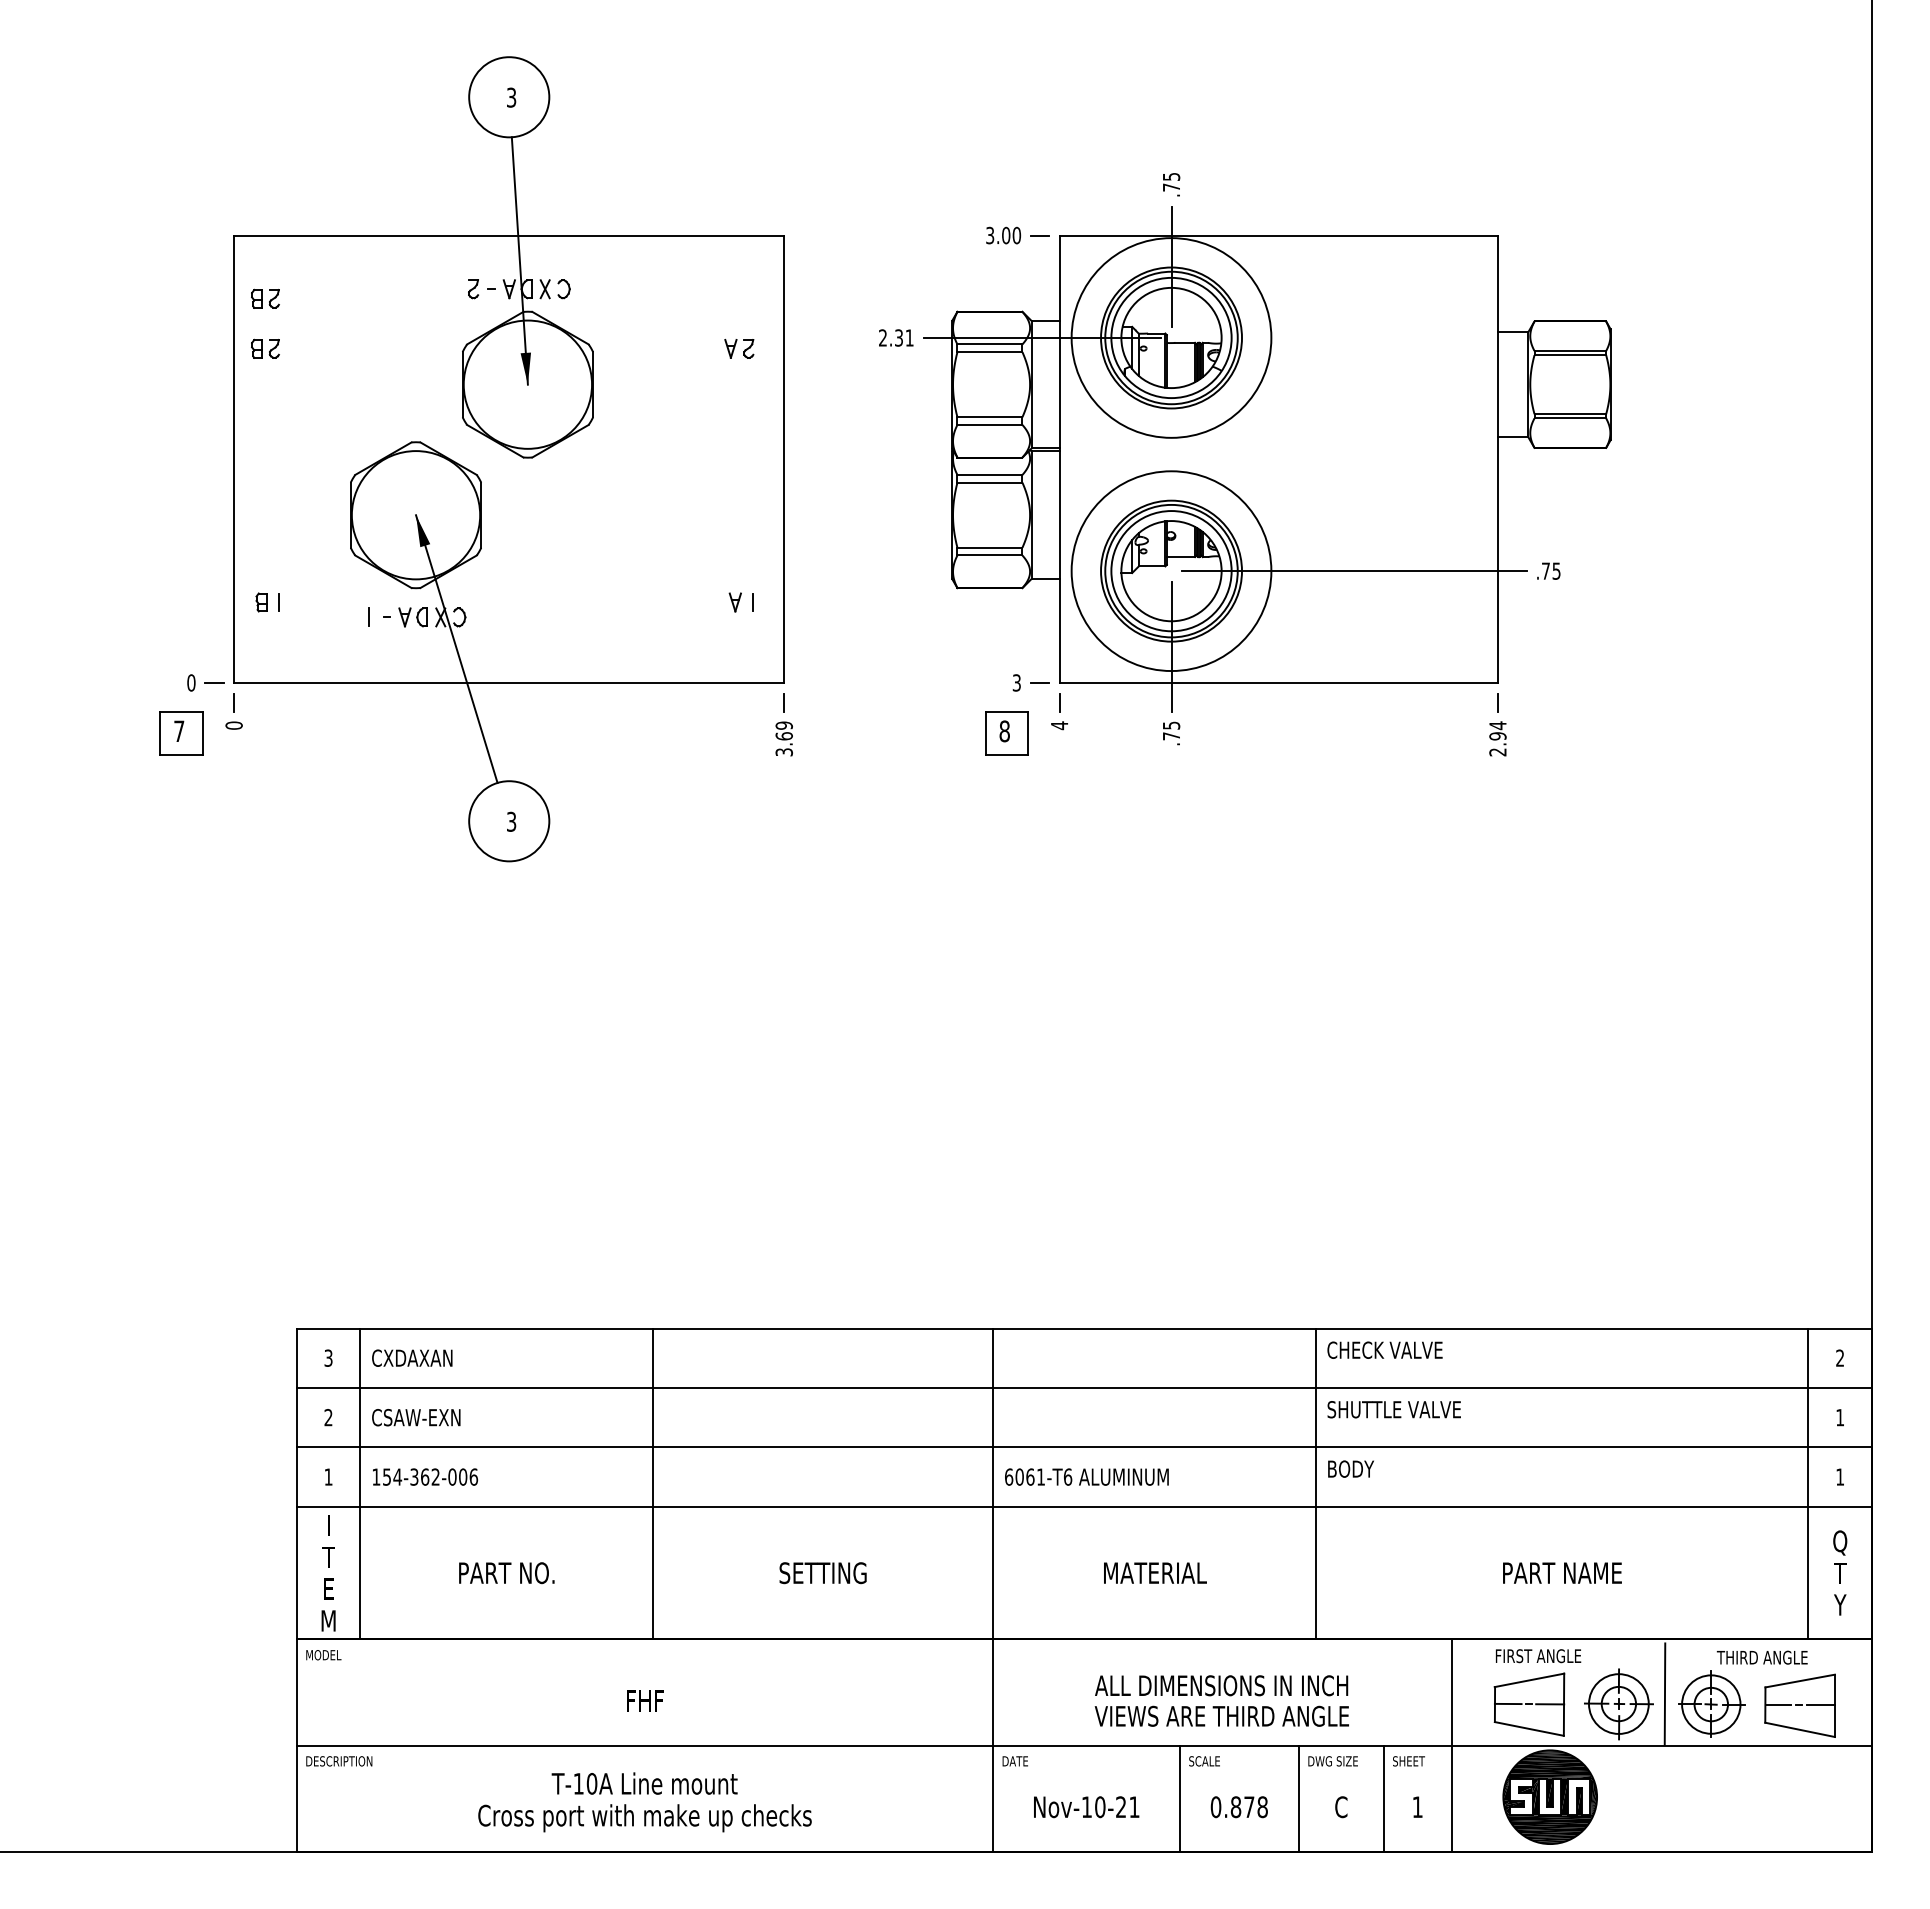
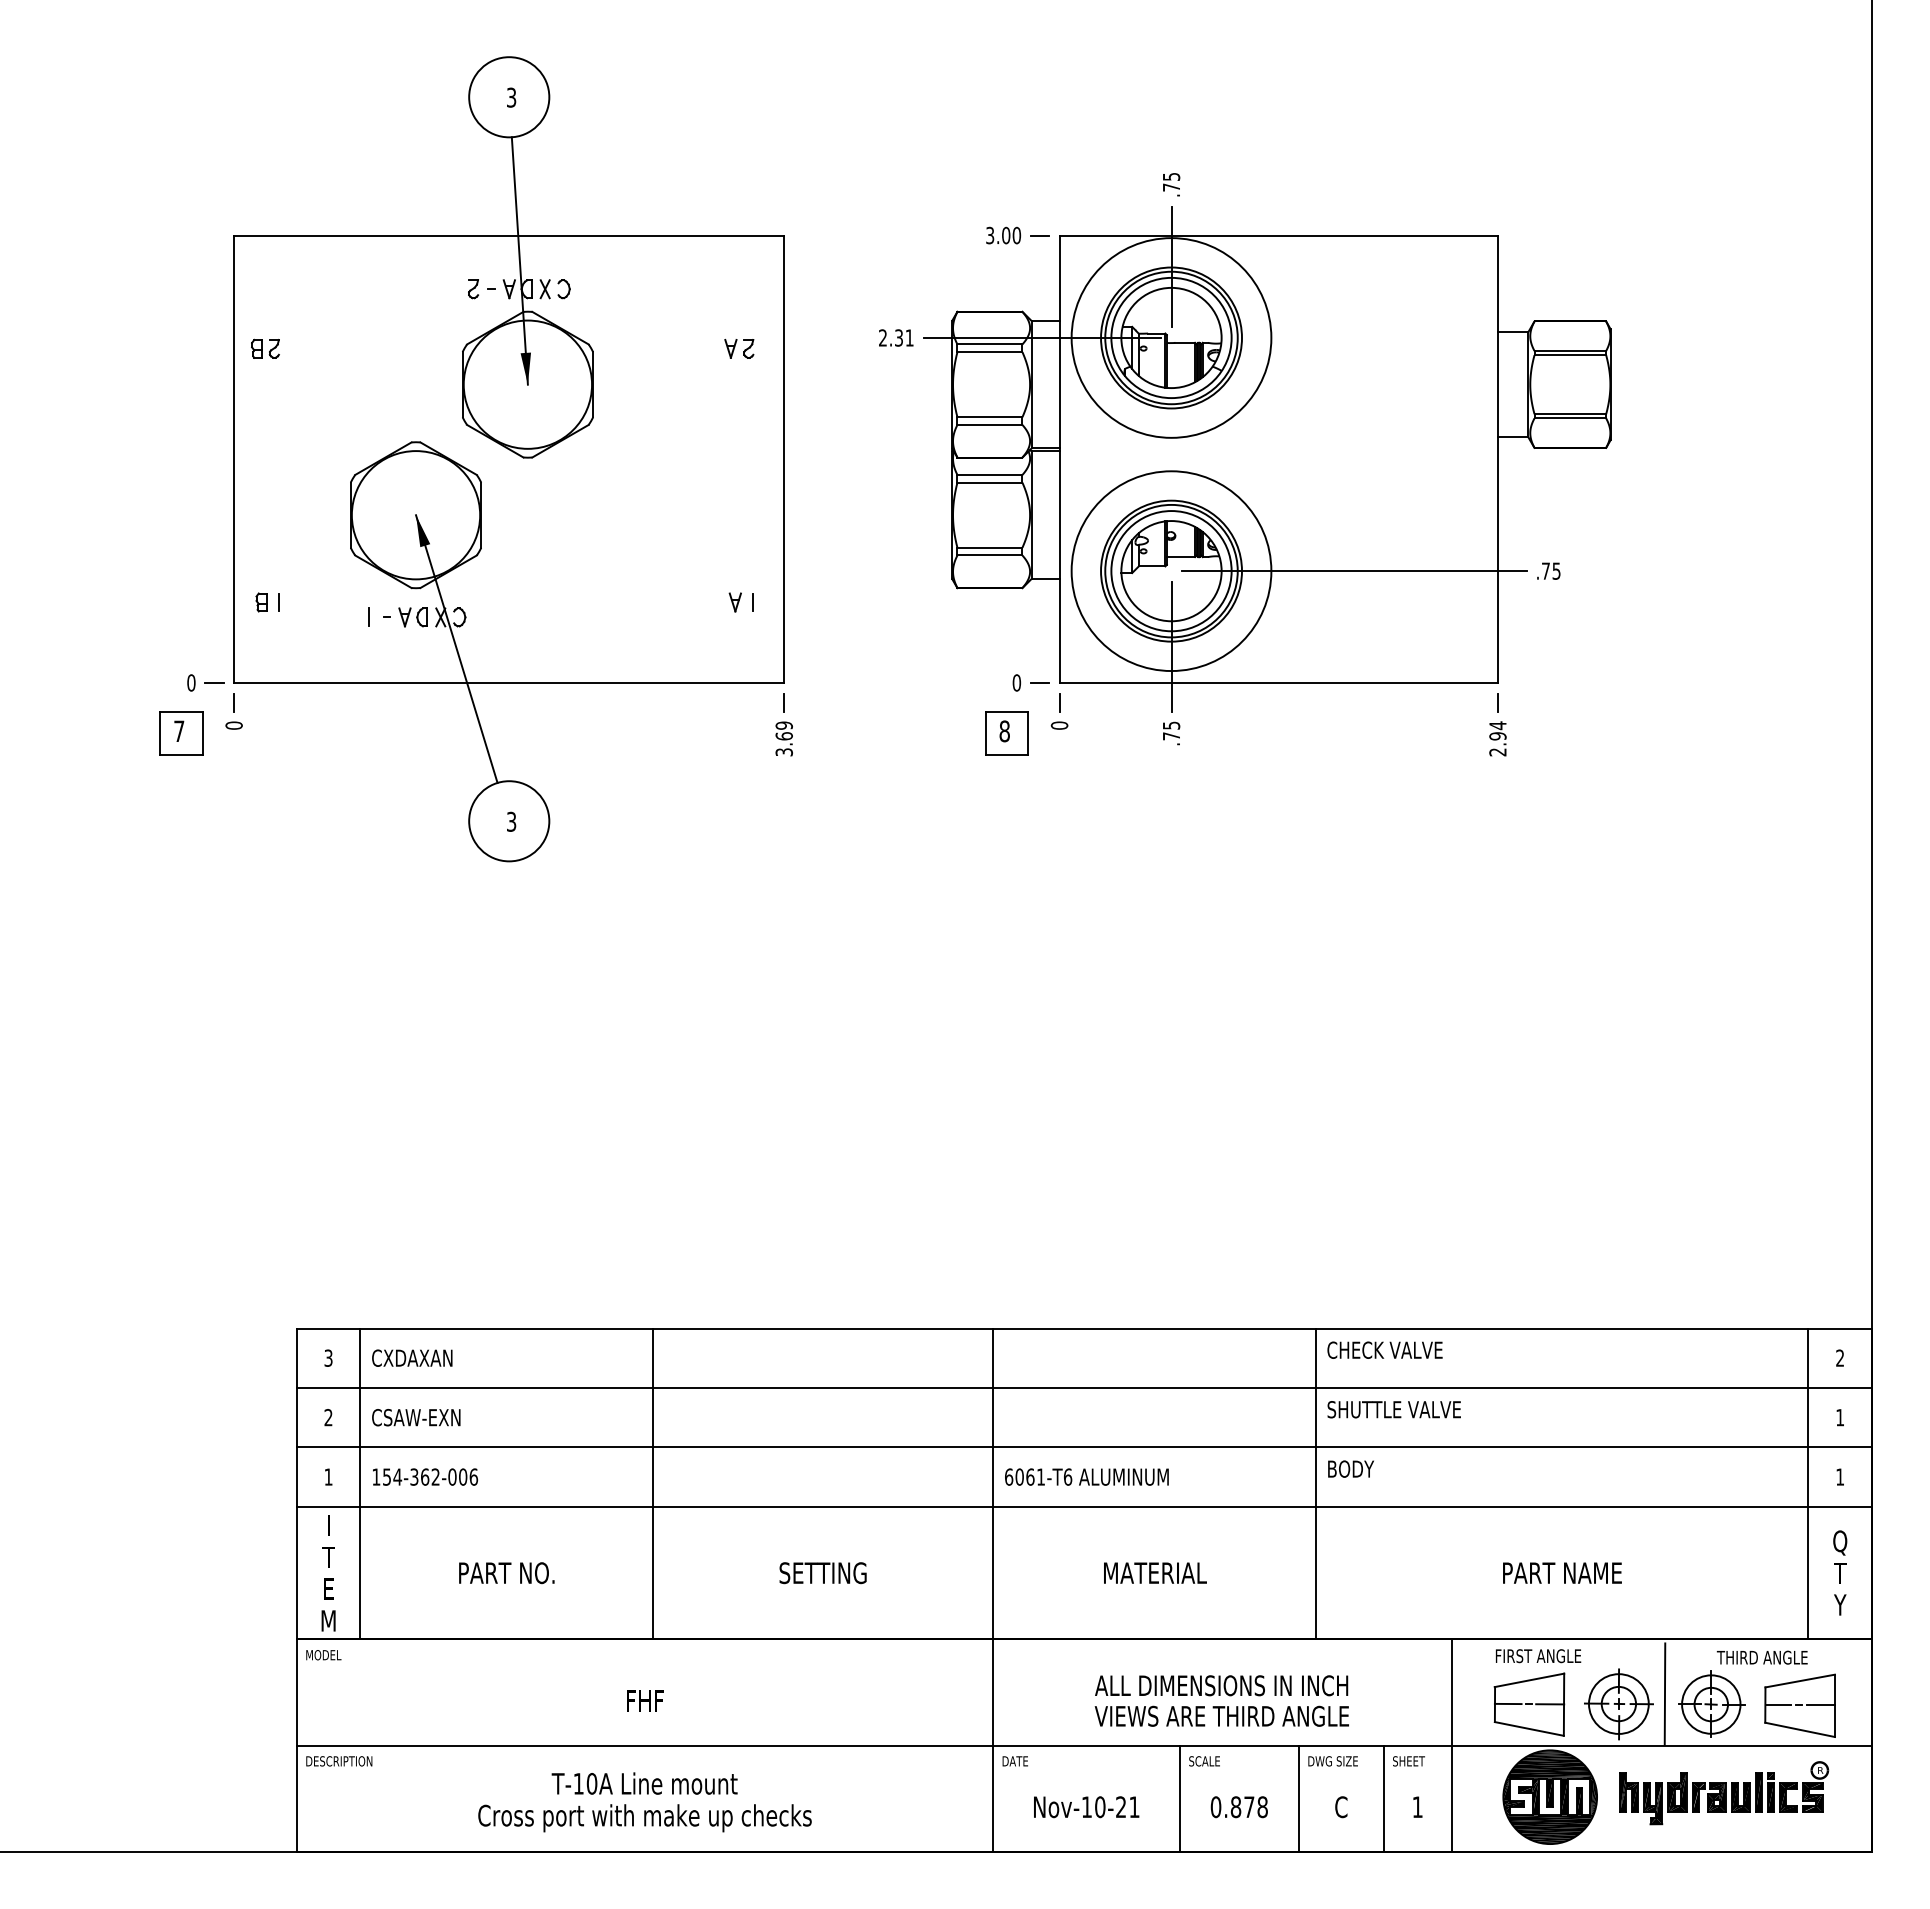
part at (265, 298): present -> none
text at (1016, 682): 3 -> 0
text at (1059, 725): 4 -> 0
part at (1724, 1793): none -> present
